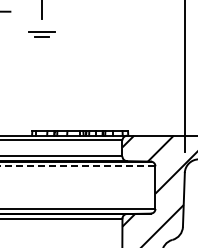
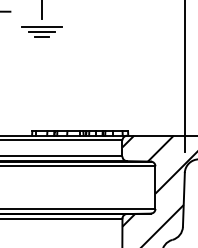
line at (41, 26): none -> present
line at (77, 166): dashed -> solid
